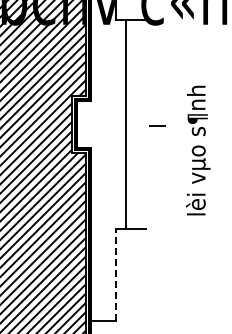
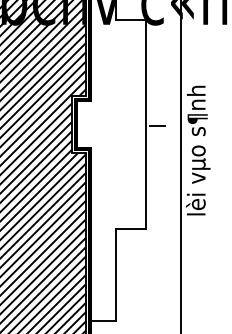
line at (125, 124) position: (125, 124) -> (145, 124)
line at (180, 166): none -> present
line at (116, 274): dashed -> solid
